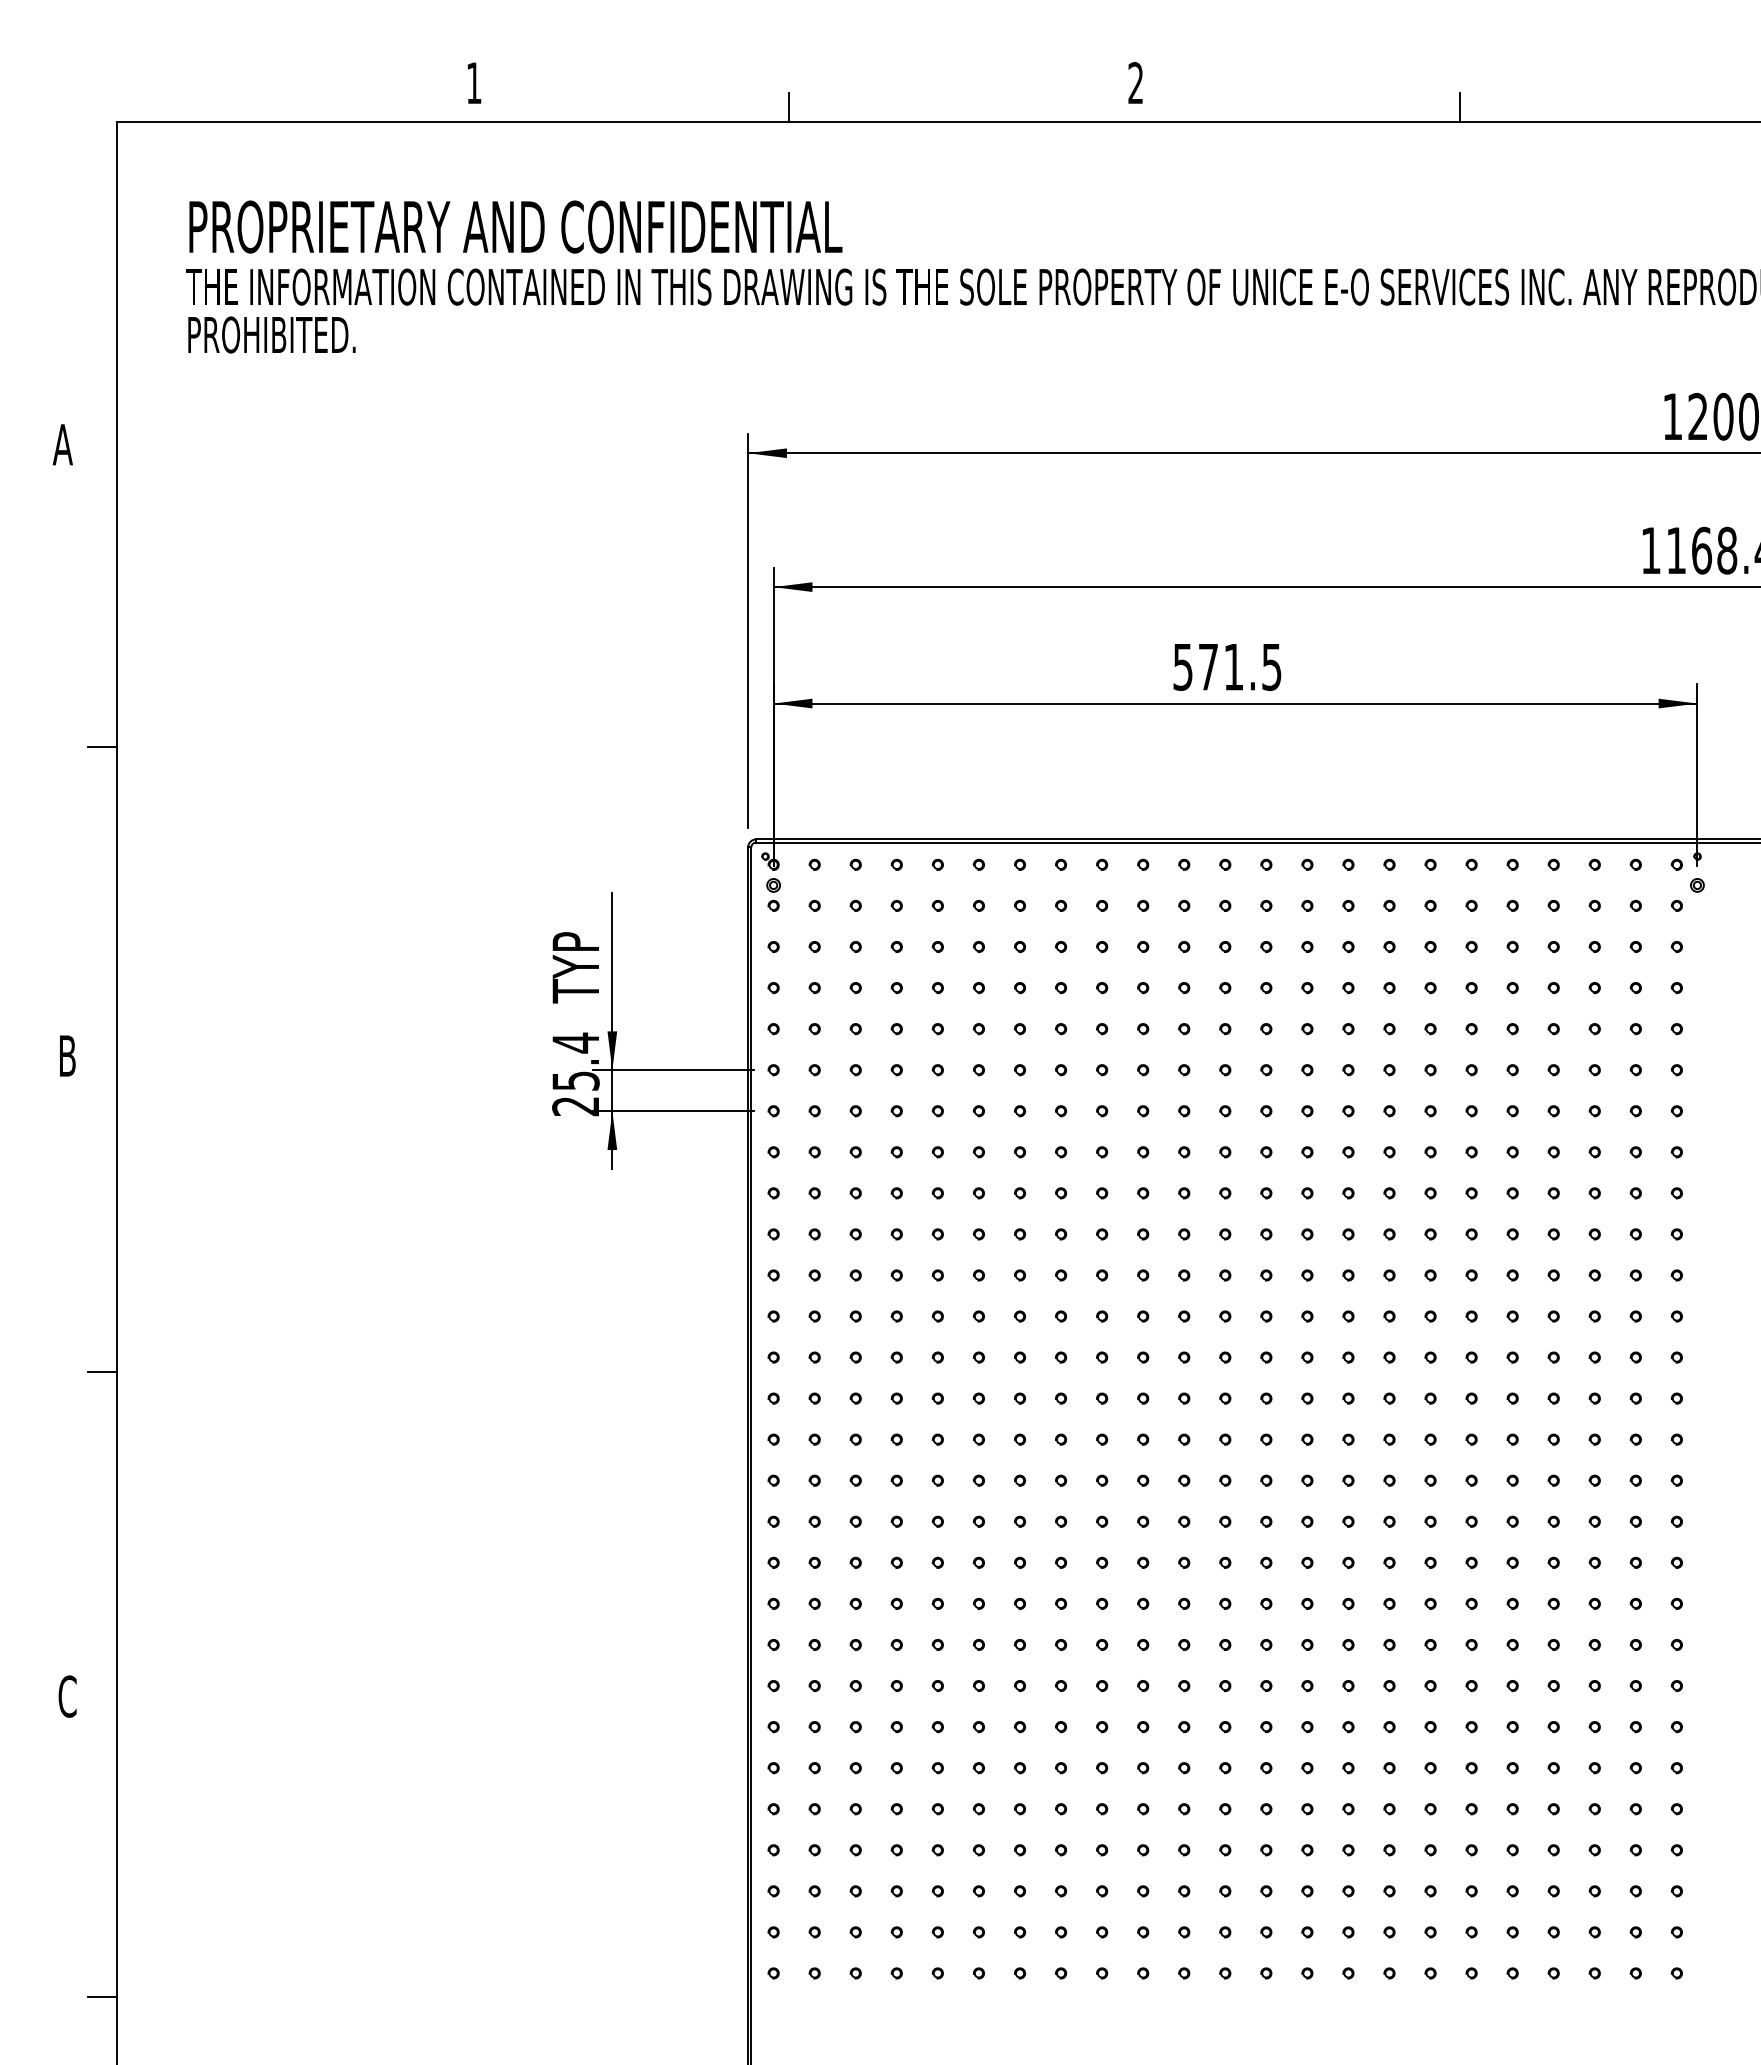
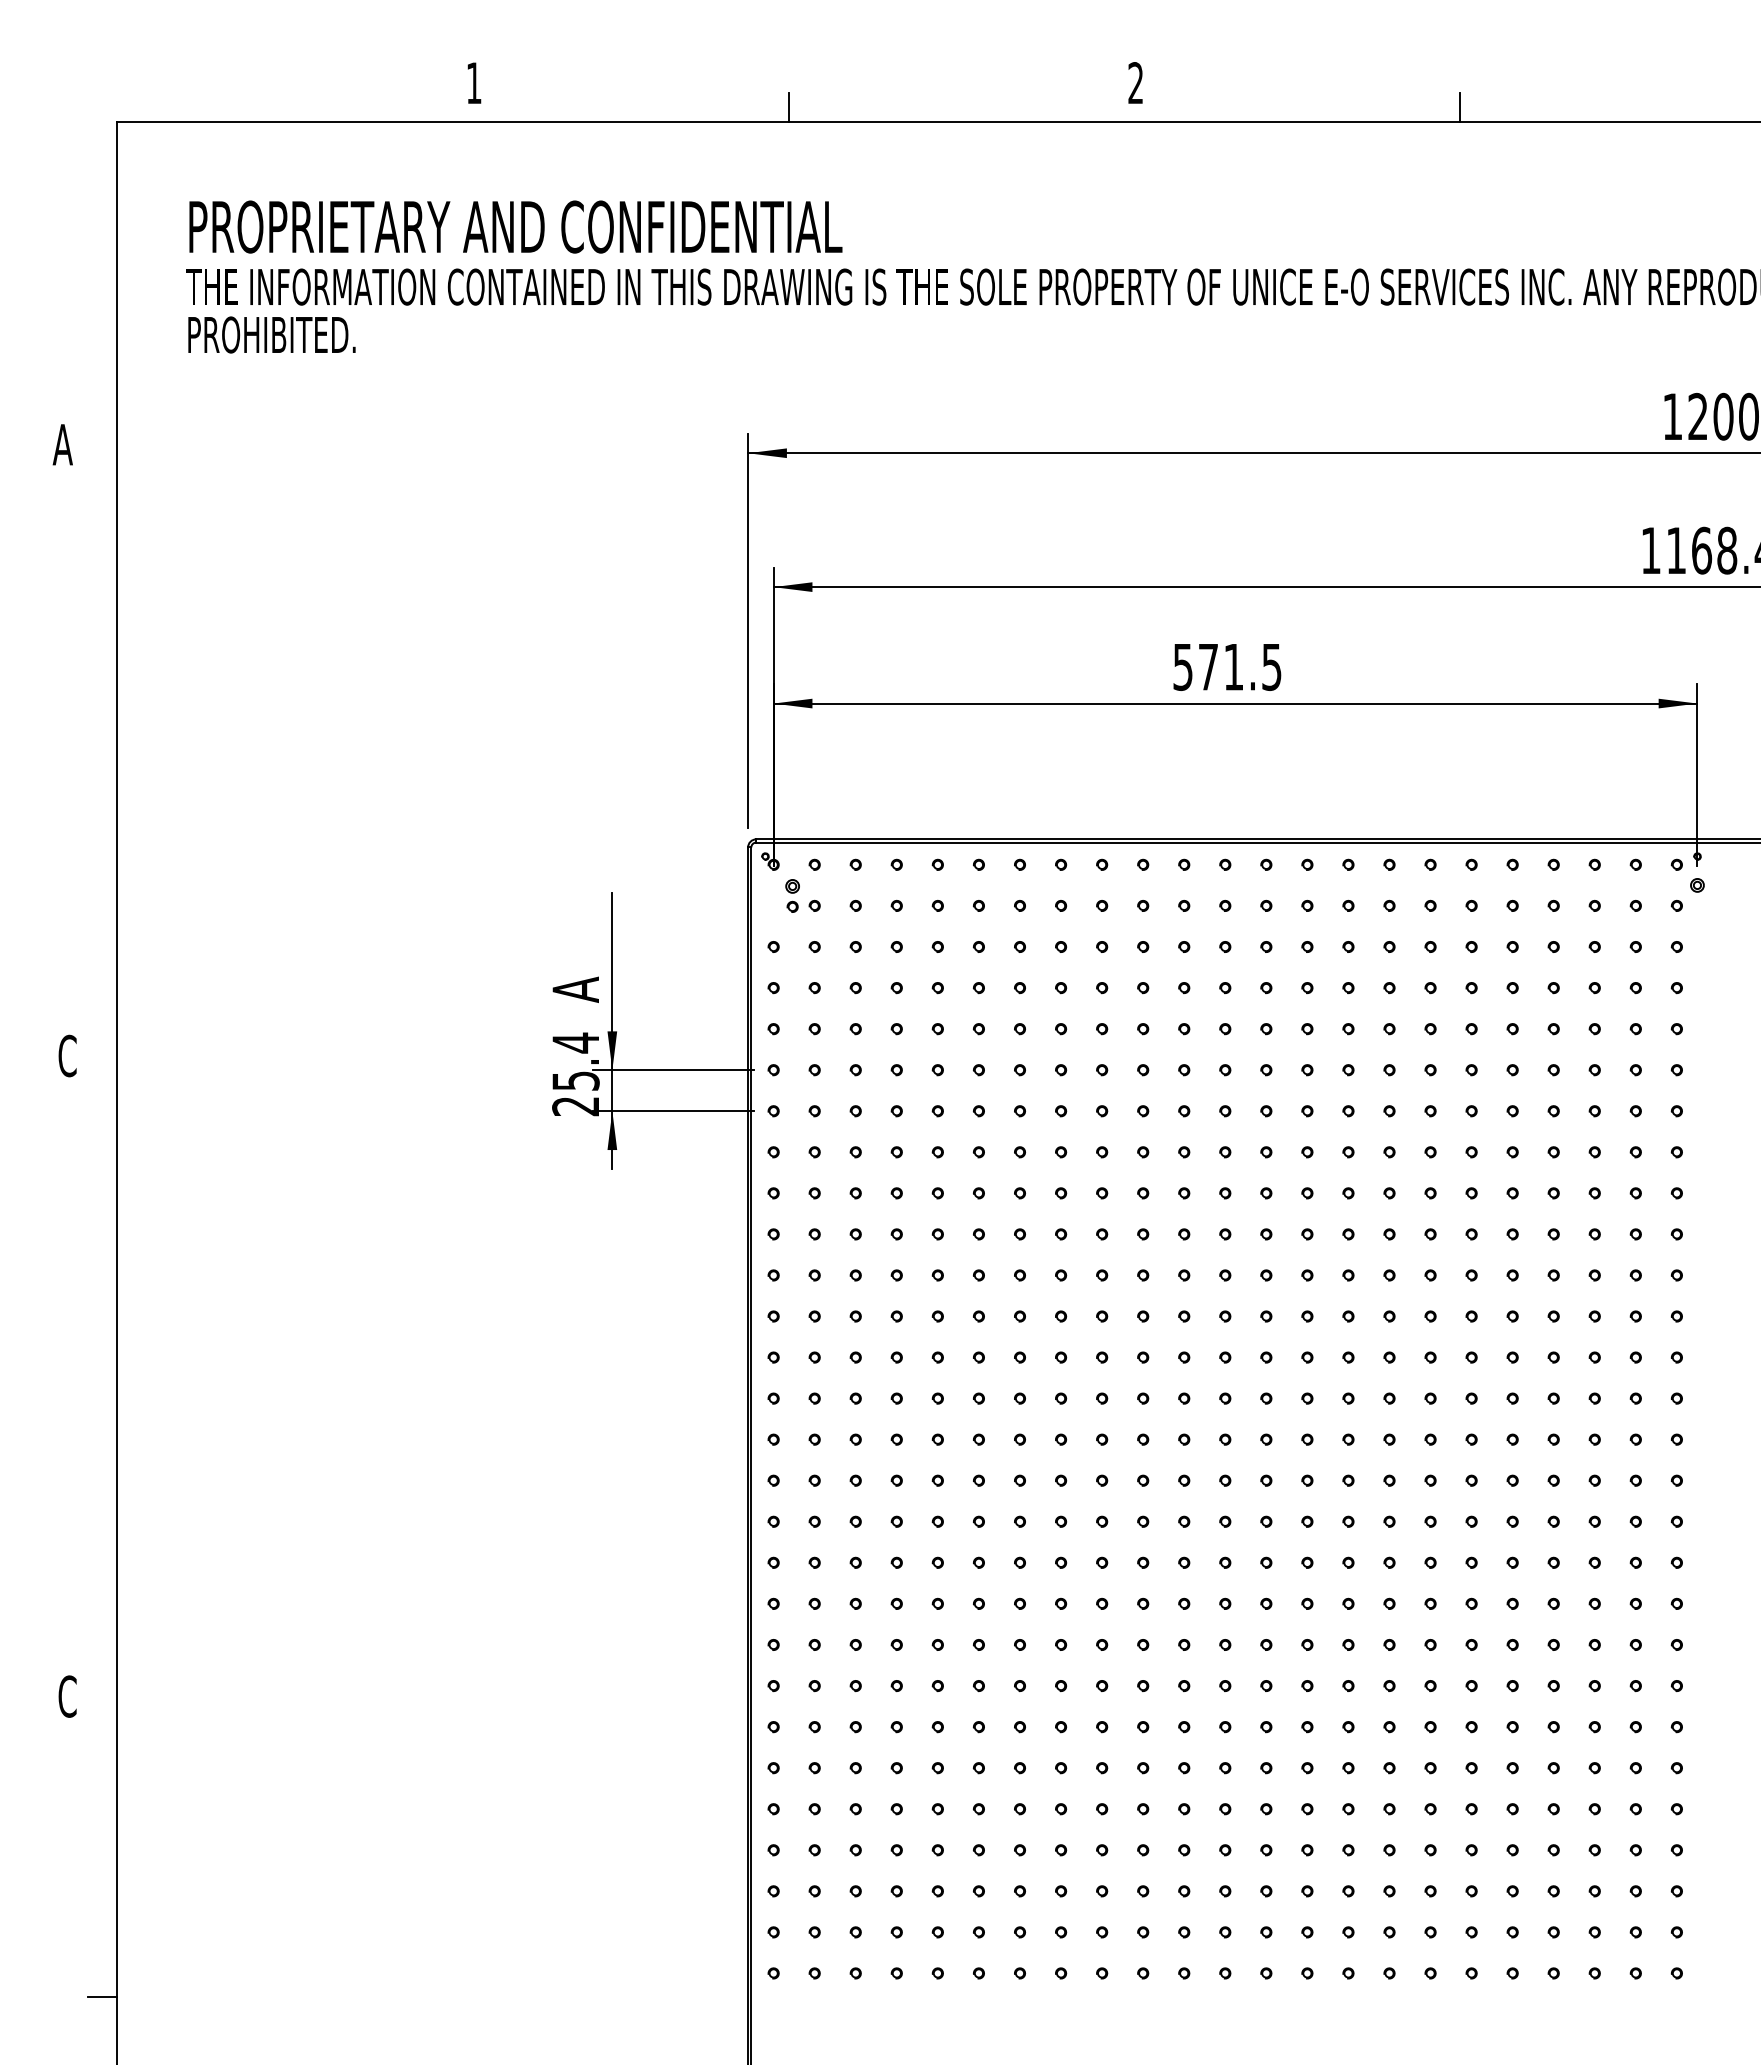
line at (102, 747): present -> none
part at (773, 894) position: (773, 894) -> (792, 895)
text at (575, 967): TYP -> A
text at (67, 1055): B -> C
line at (102, 1371): present -> none
